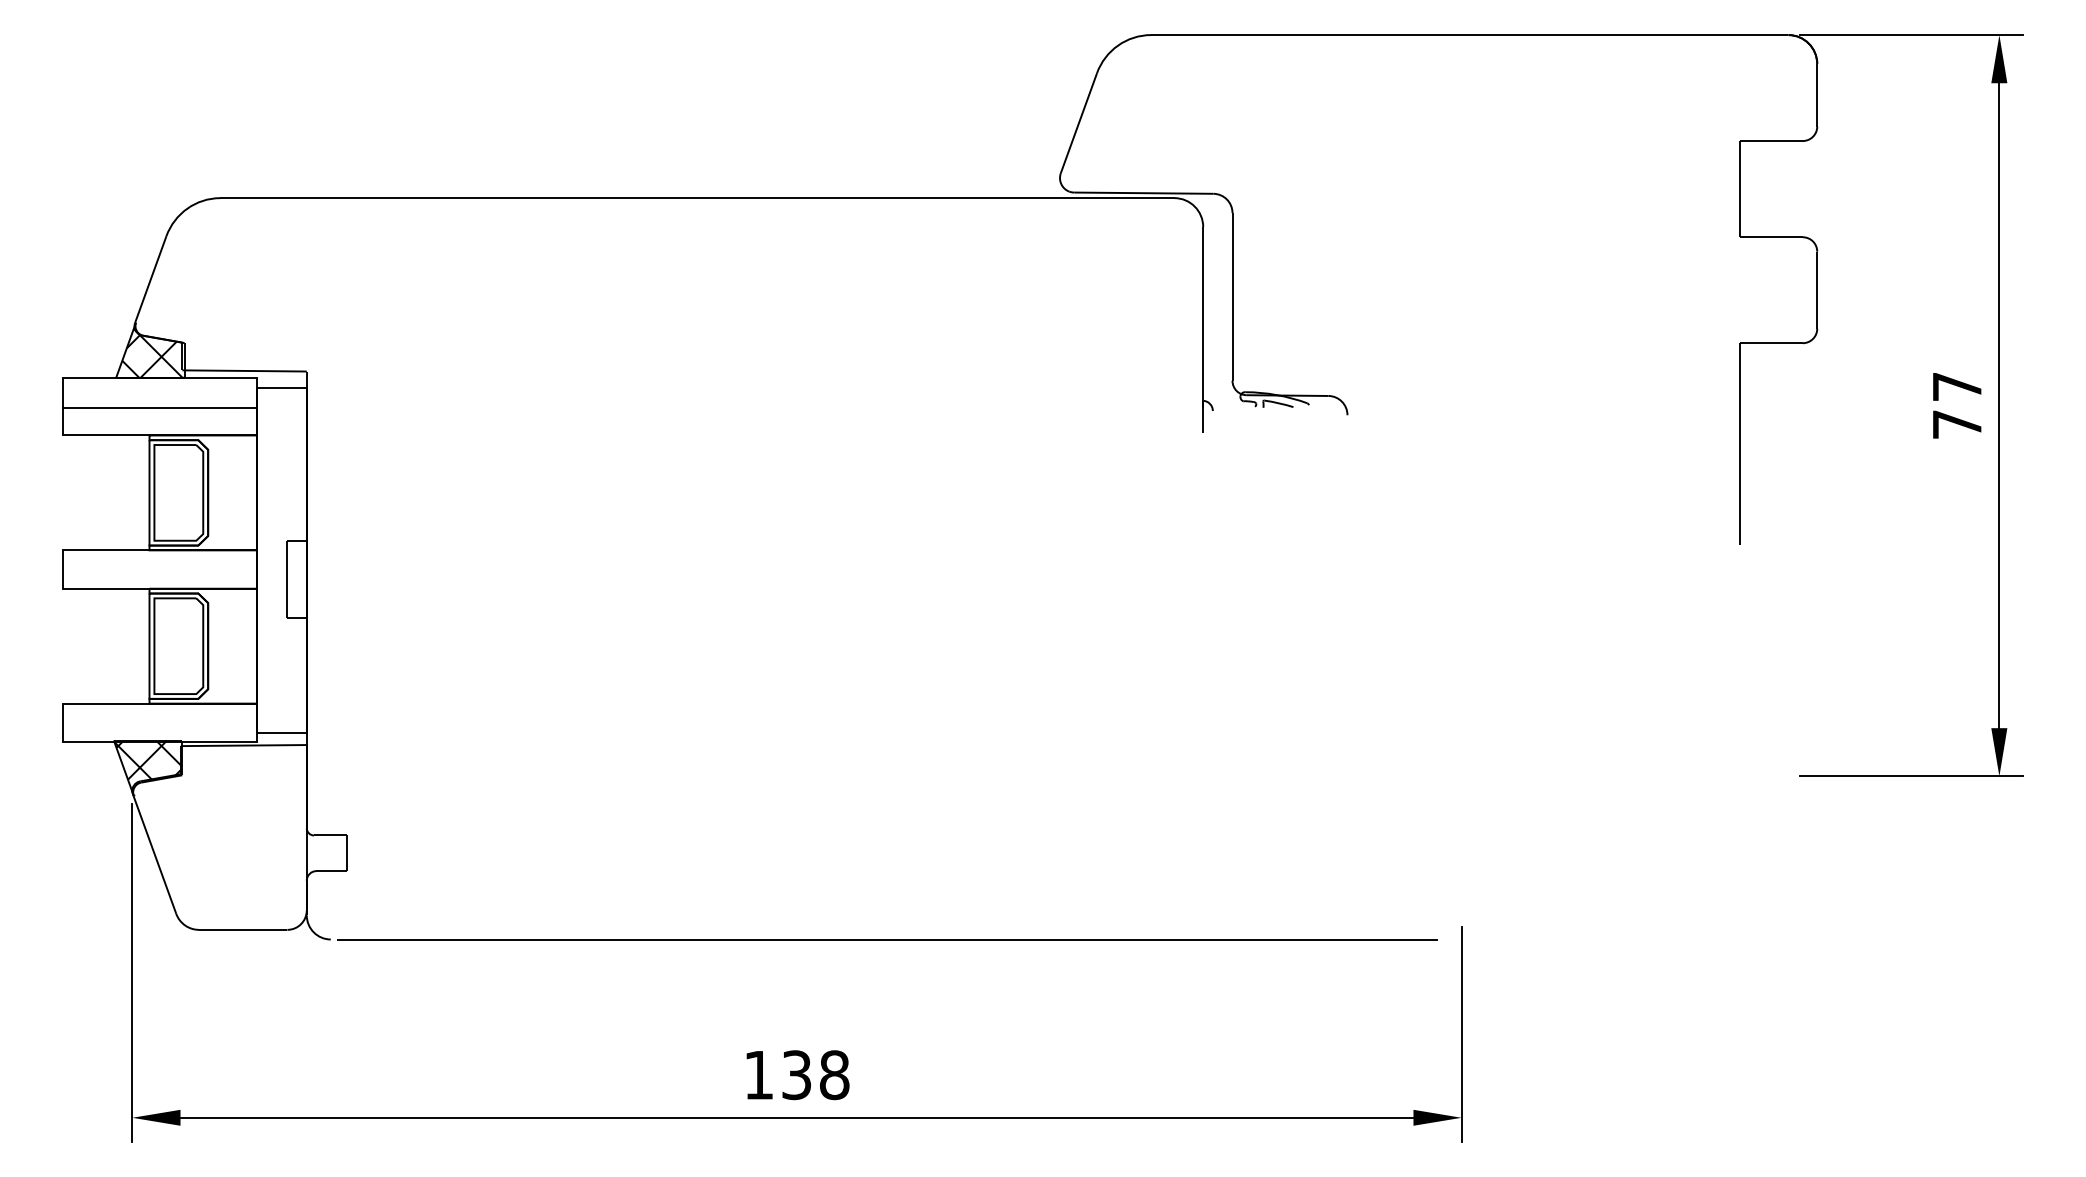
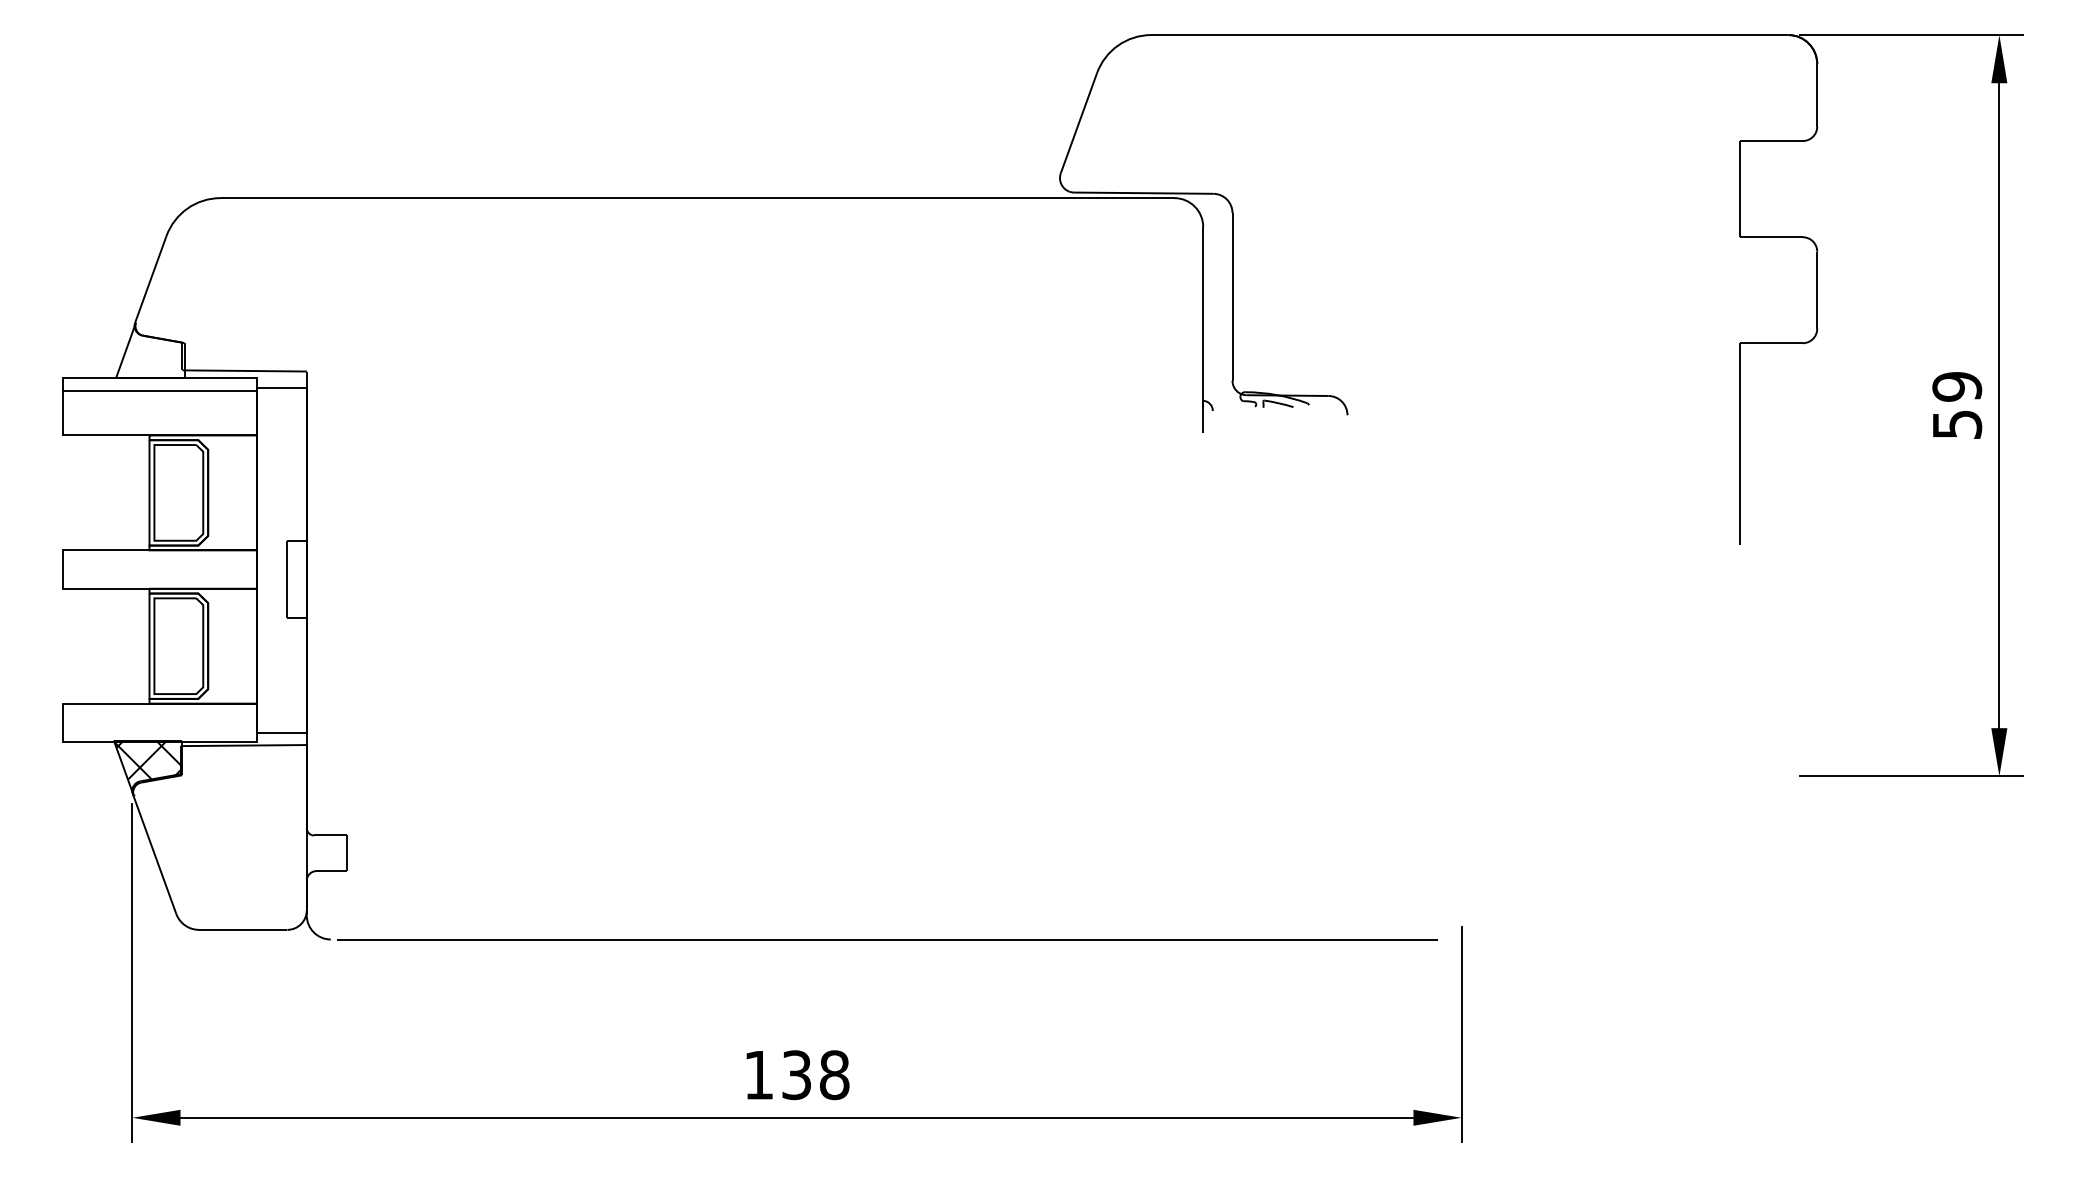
hatch at (153, 353): present -> none
text at (1957, 405): 77 -> 59
line at (159, 407) position: (159, 407) -> (159, 390)
